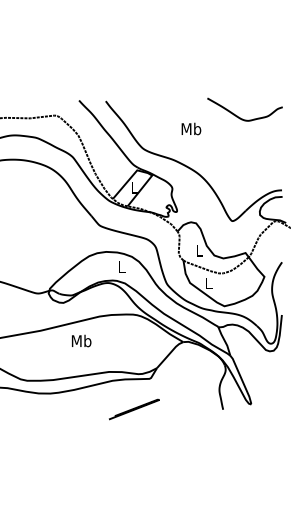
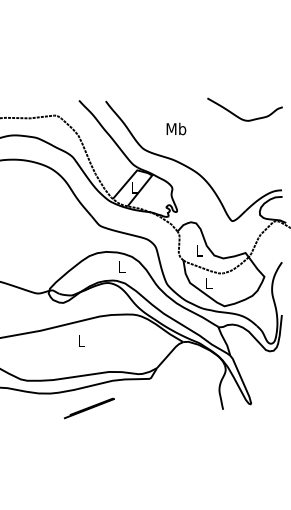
text at (191, 128) position: (191, 128) -> (176, 128)
text at (81, 340): Mb -> L
line at (134, 409) position: (134, 409) -> (89, 408)
